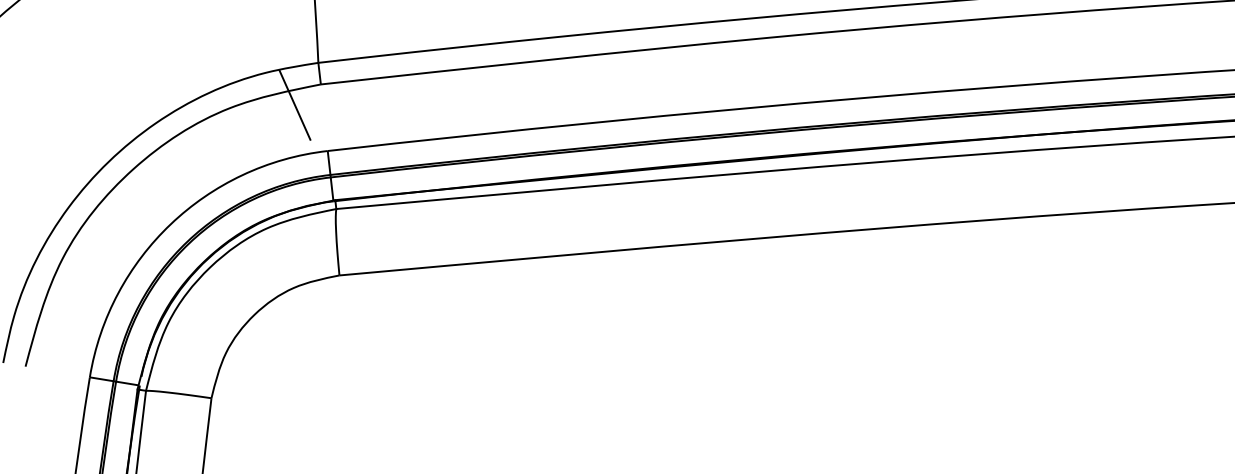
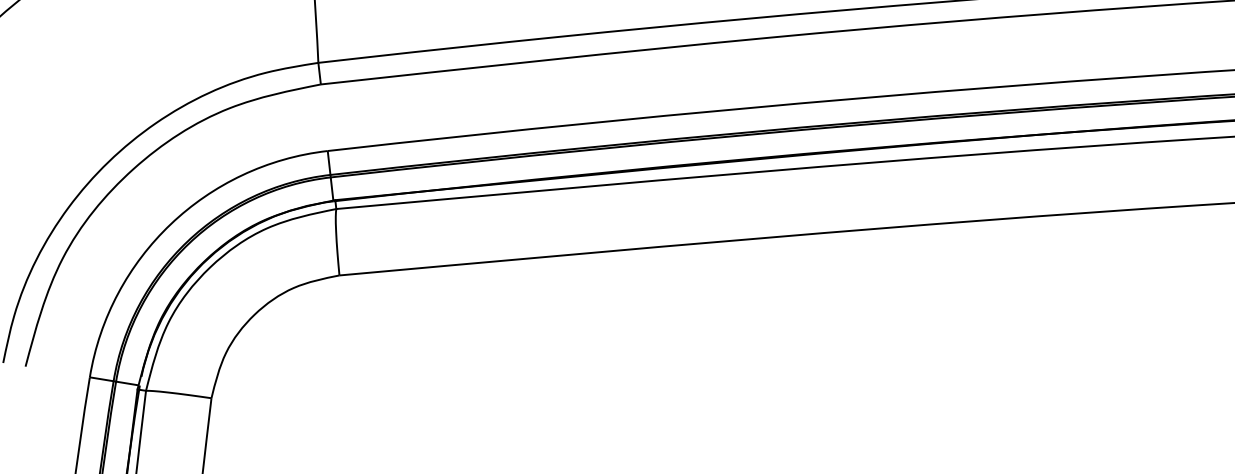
line at (294, 104): present -> none
